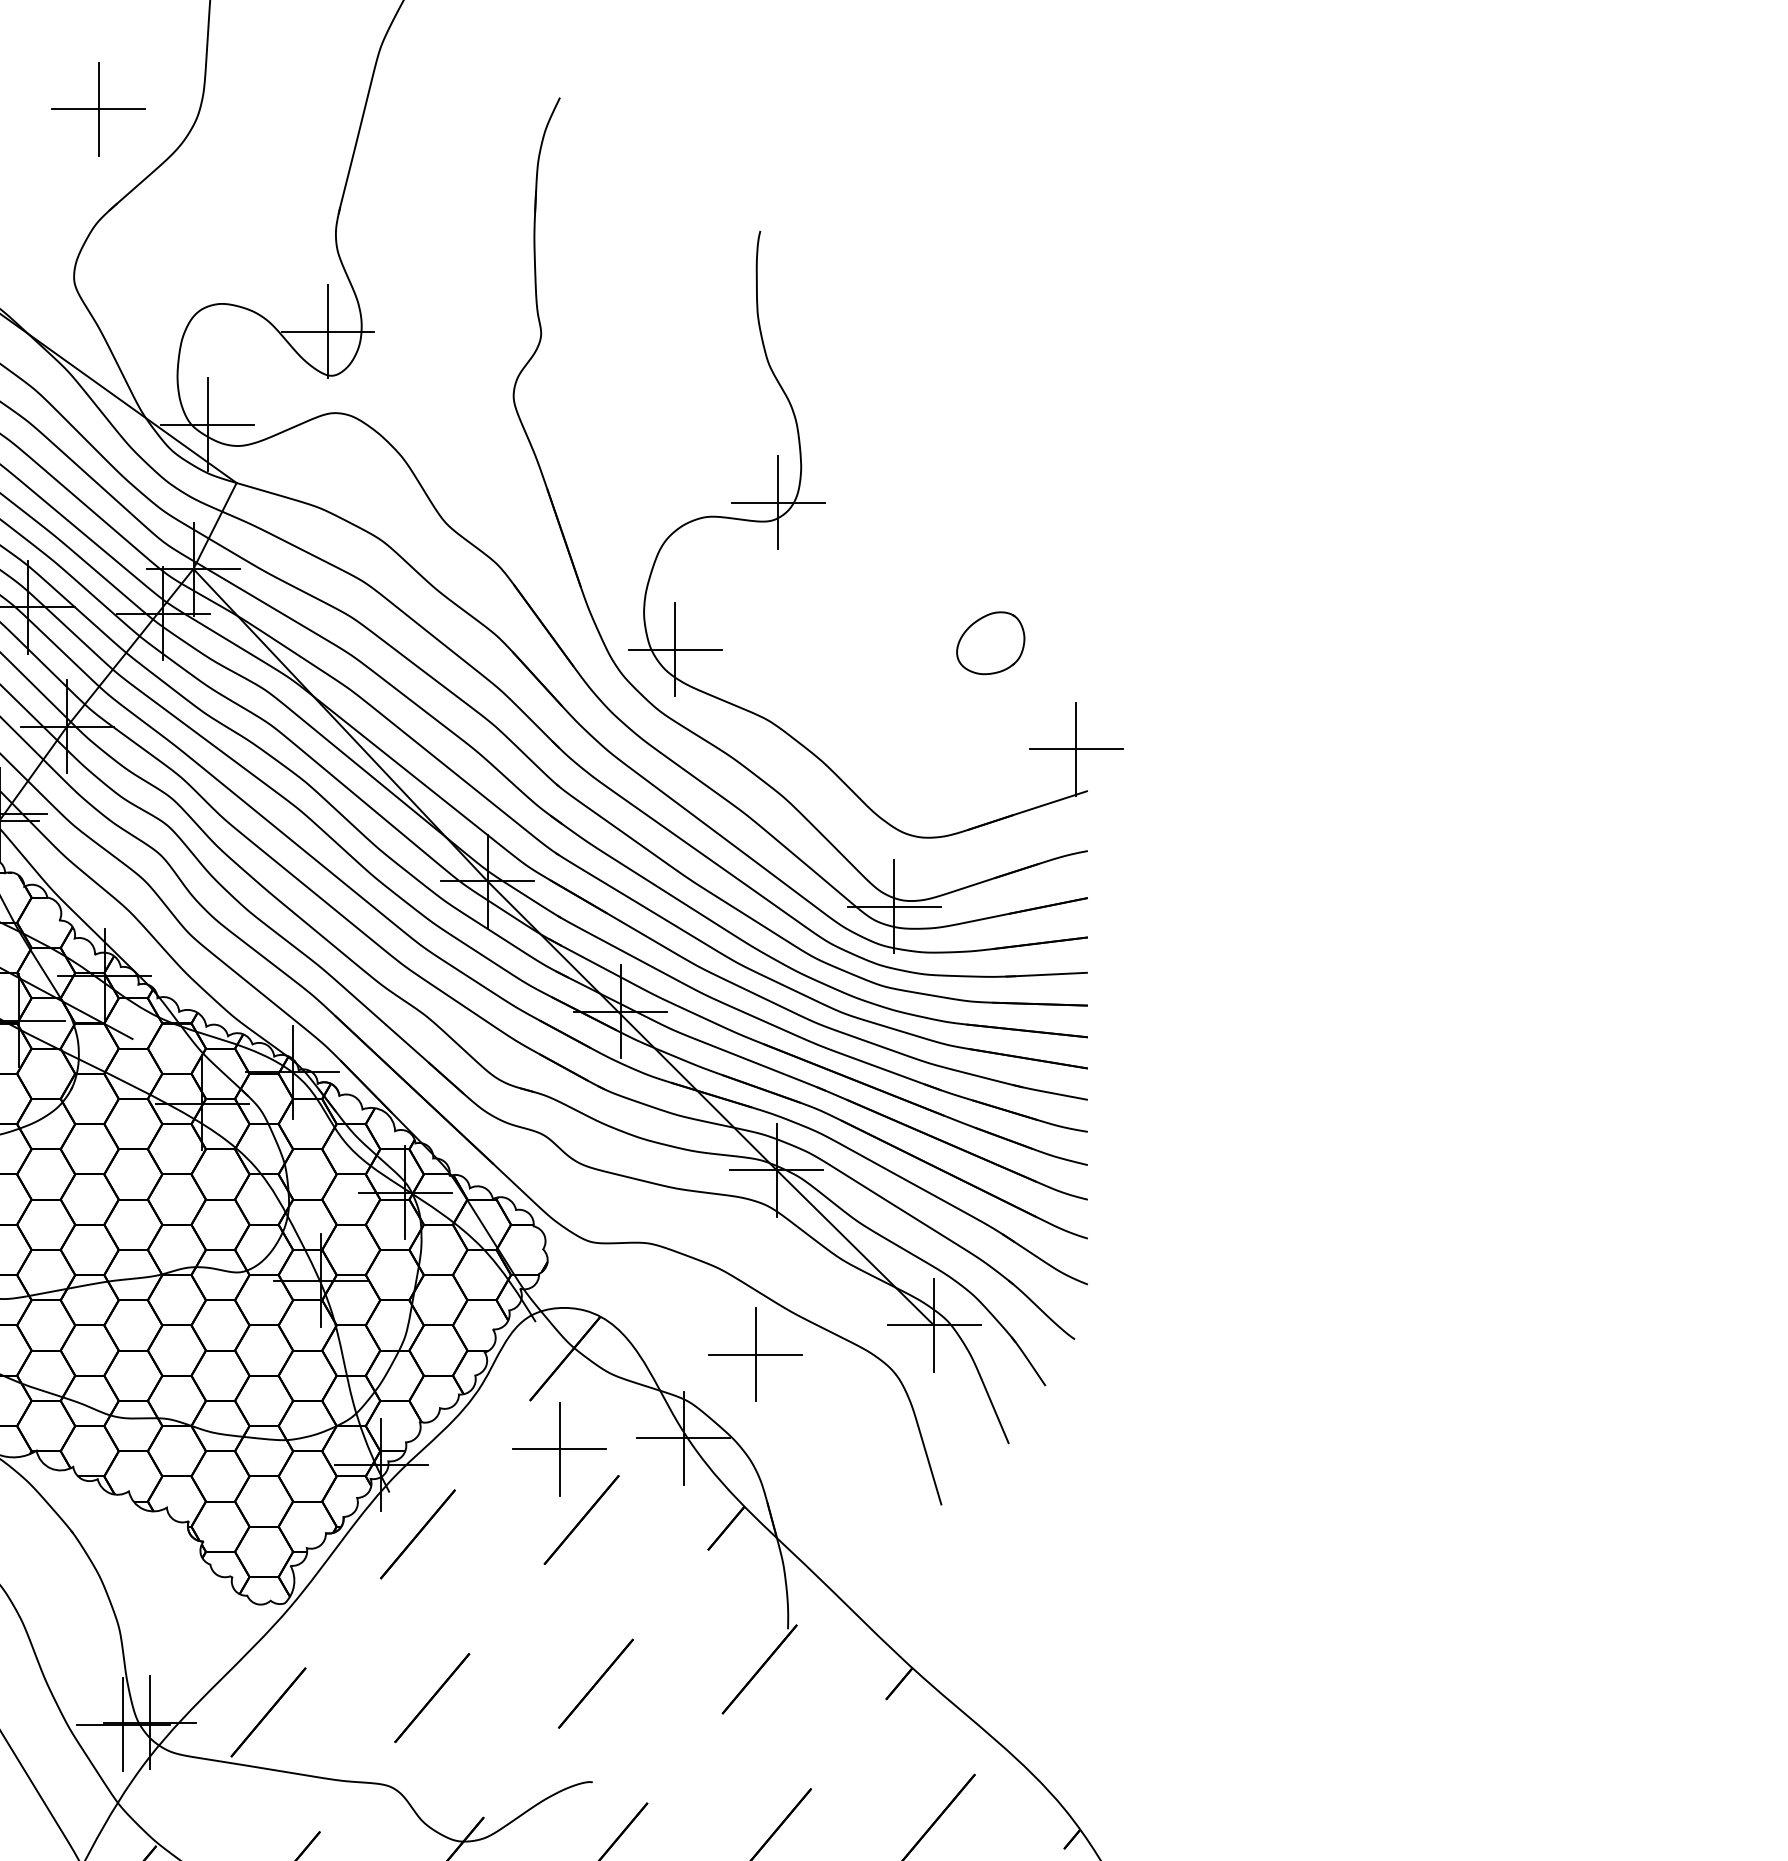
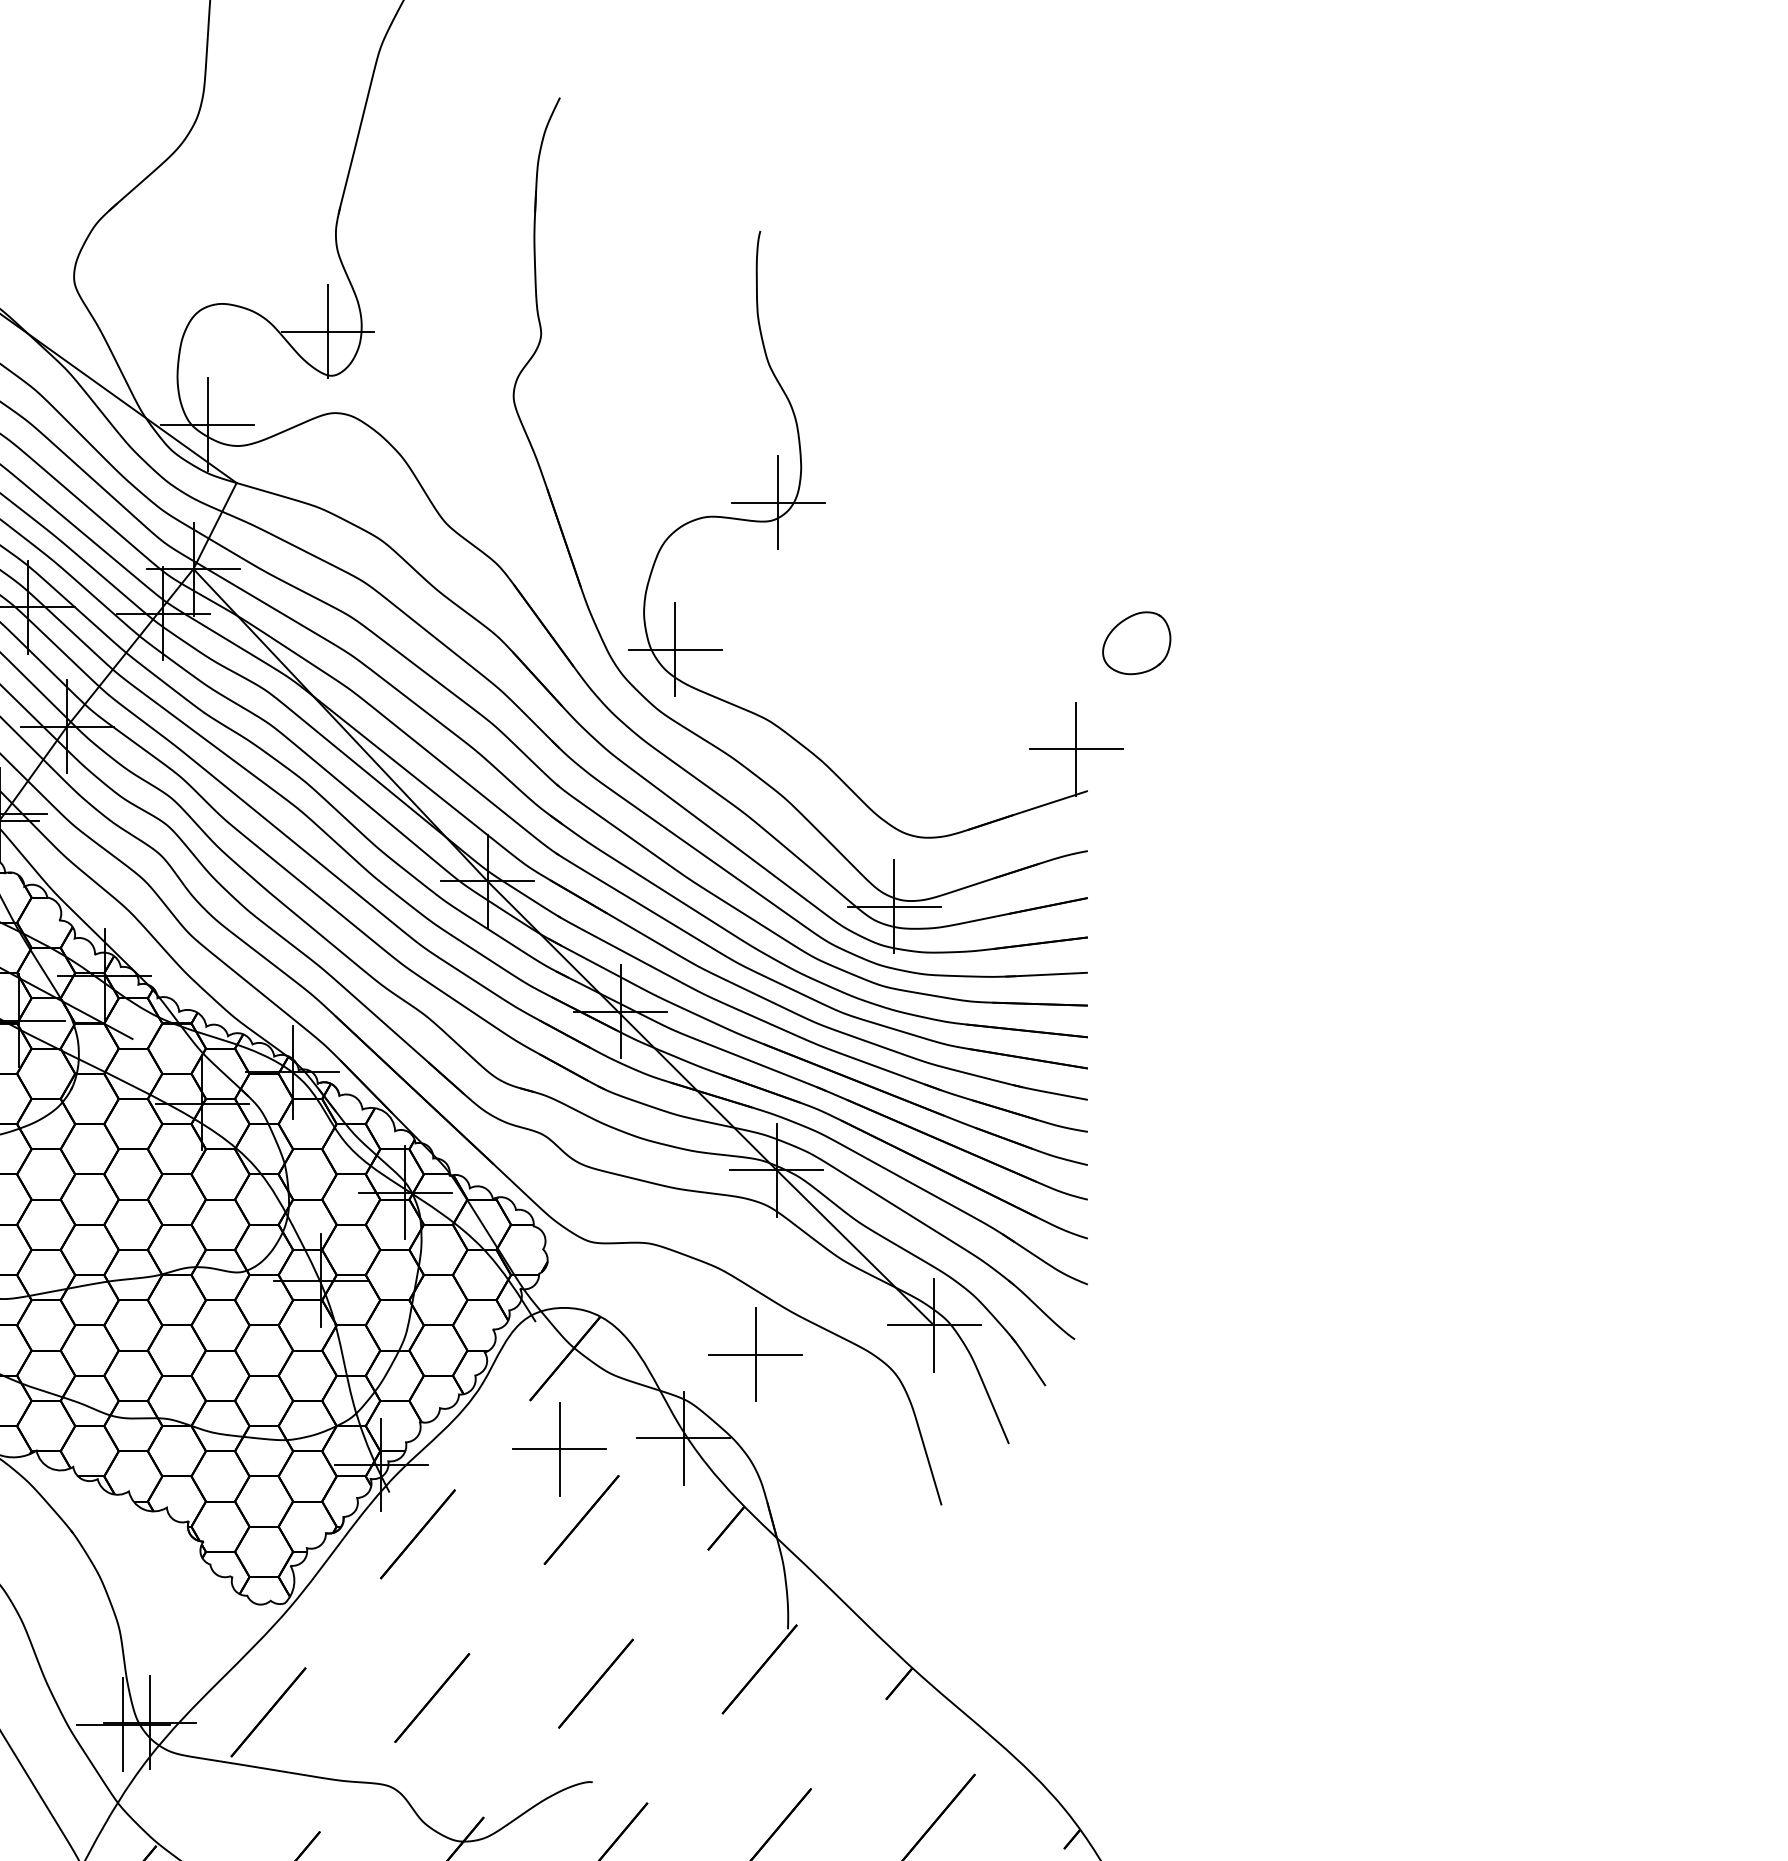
part at (98, 109): present -> none
part at (990, 643) position: (990, 643) -> (1136, 643)
